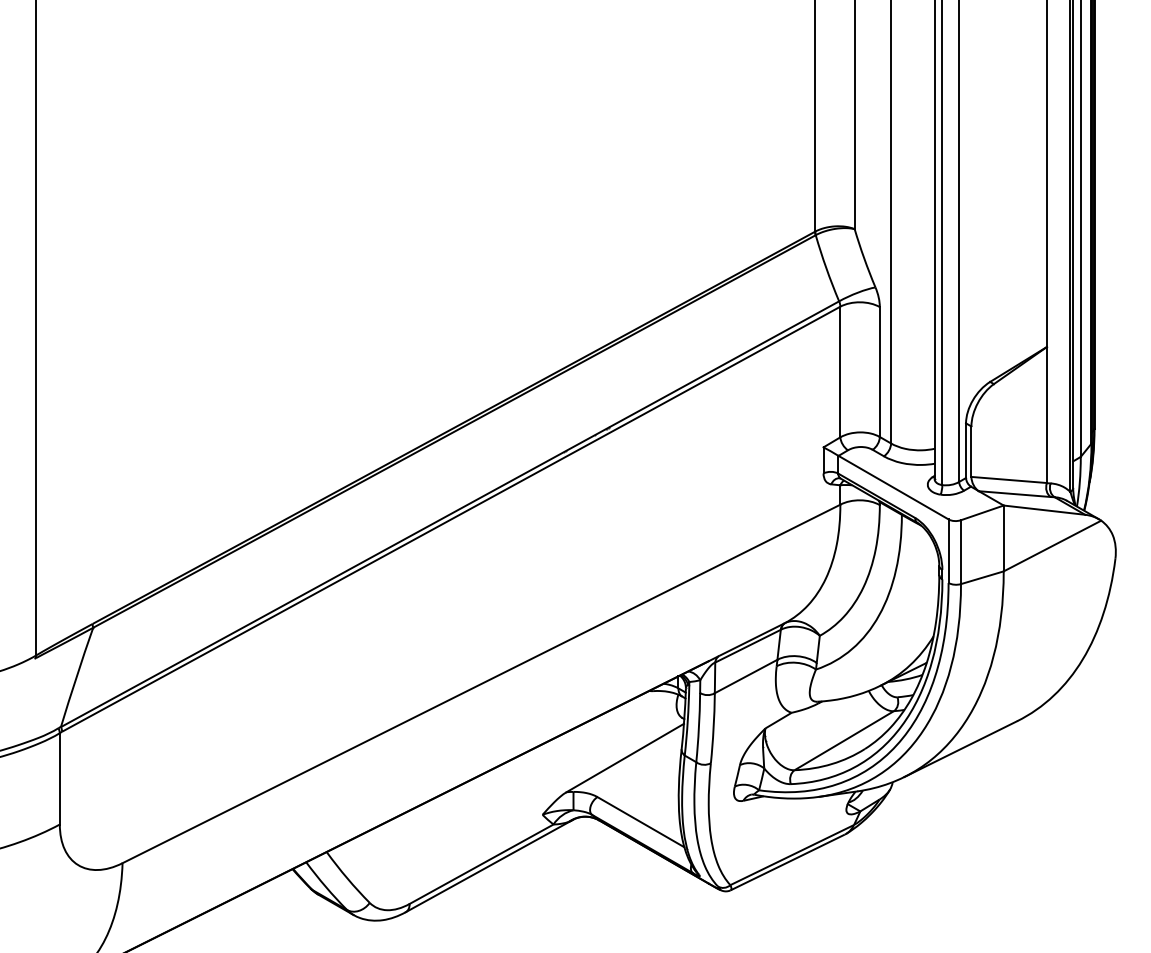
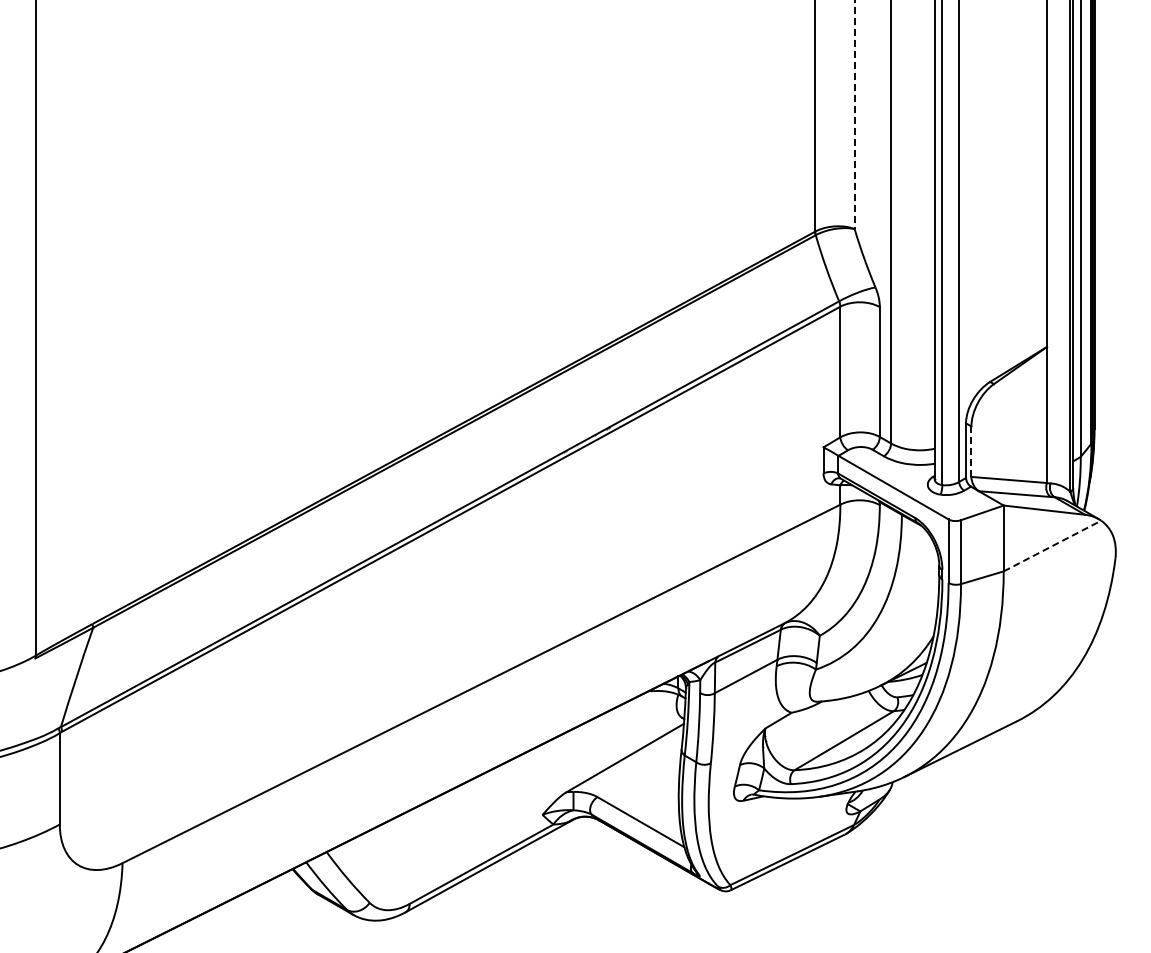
line at (854, 115): solid -> dashed
line at (971, 451): solid -> dashed
line at (1052, 546): solid -> dashed
